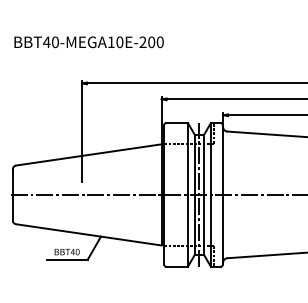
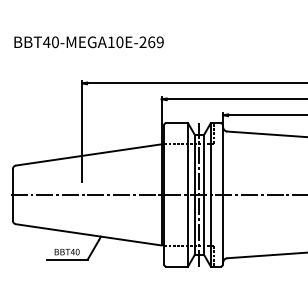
text at (155, 41): BBT40-MEGA10E-200 -> BBT40-MEGA10E-269
